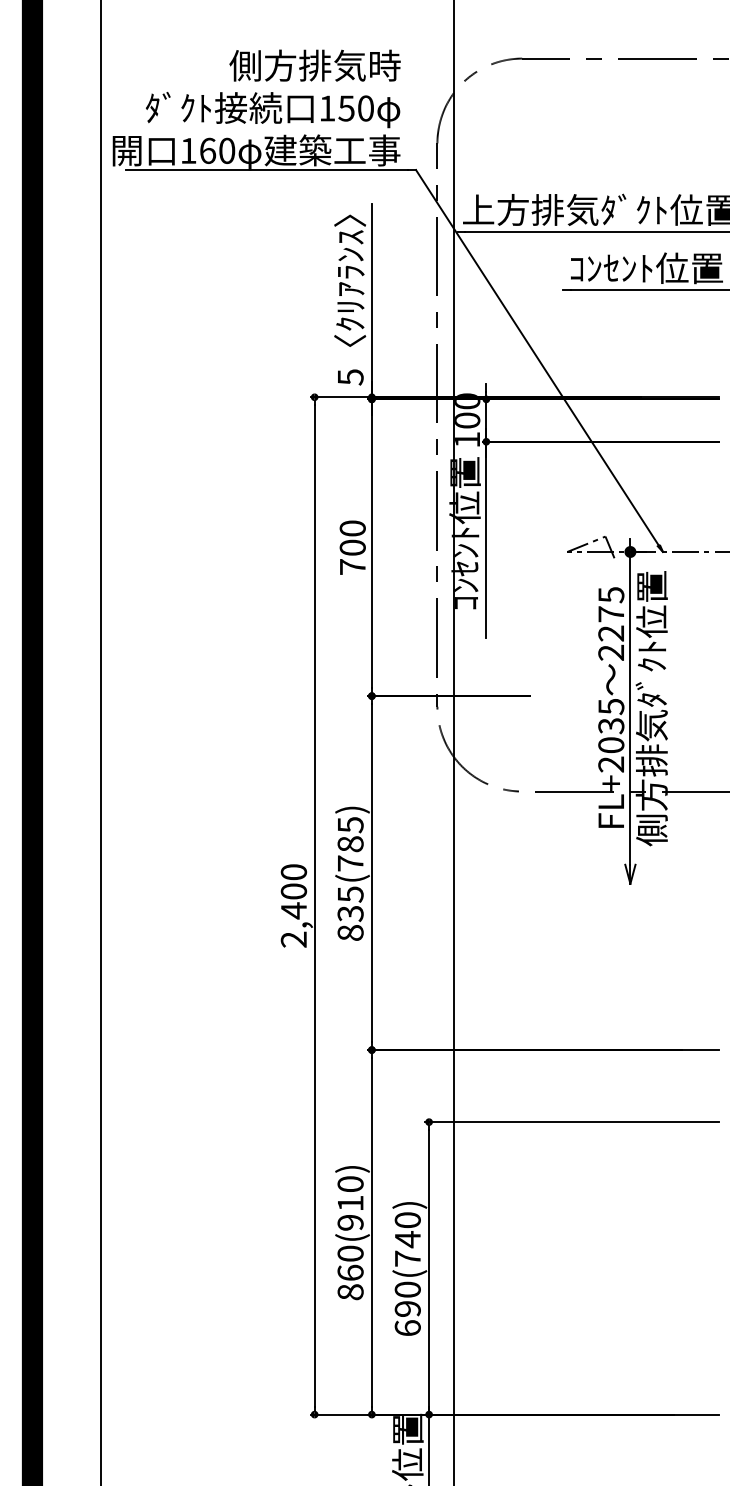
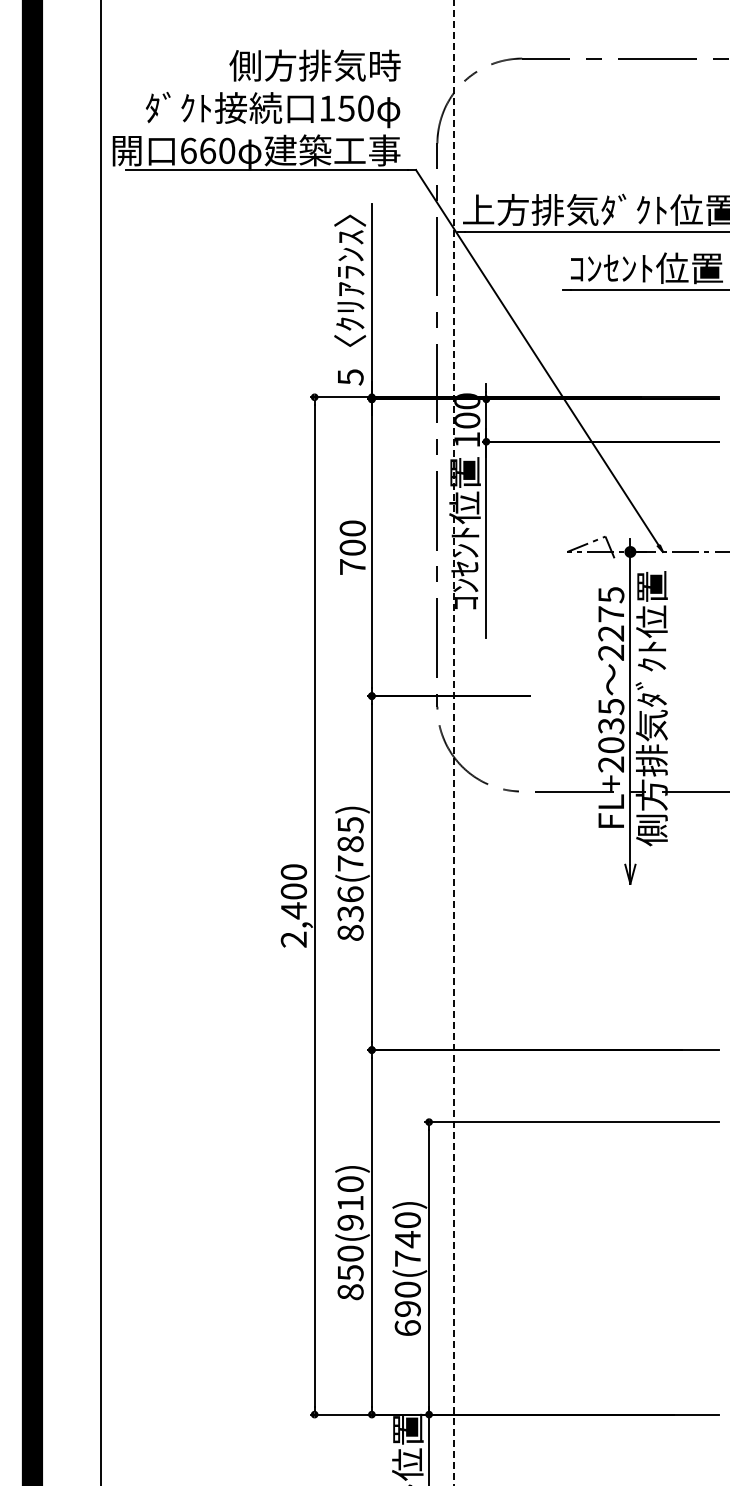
text at (188, 150): 160 -> 660
line at (453, 742): solid -> dashed
text at (350, 894): 835(785) -> 836(785)
text at (350, 1272): 860(910) -> 850(910)
